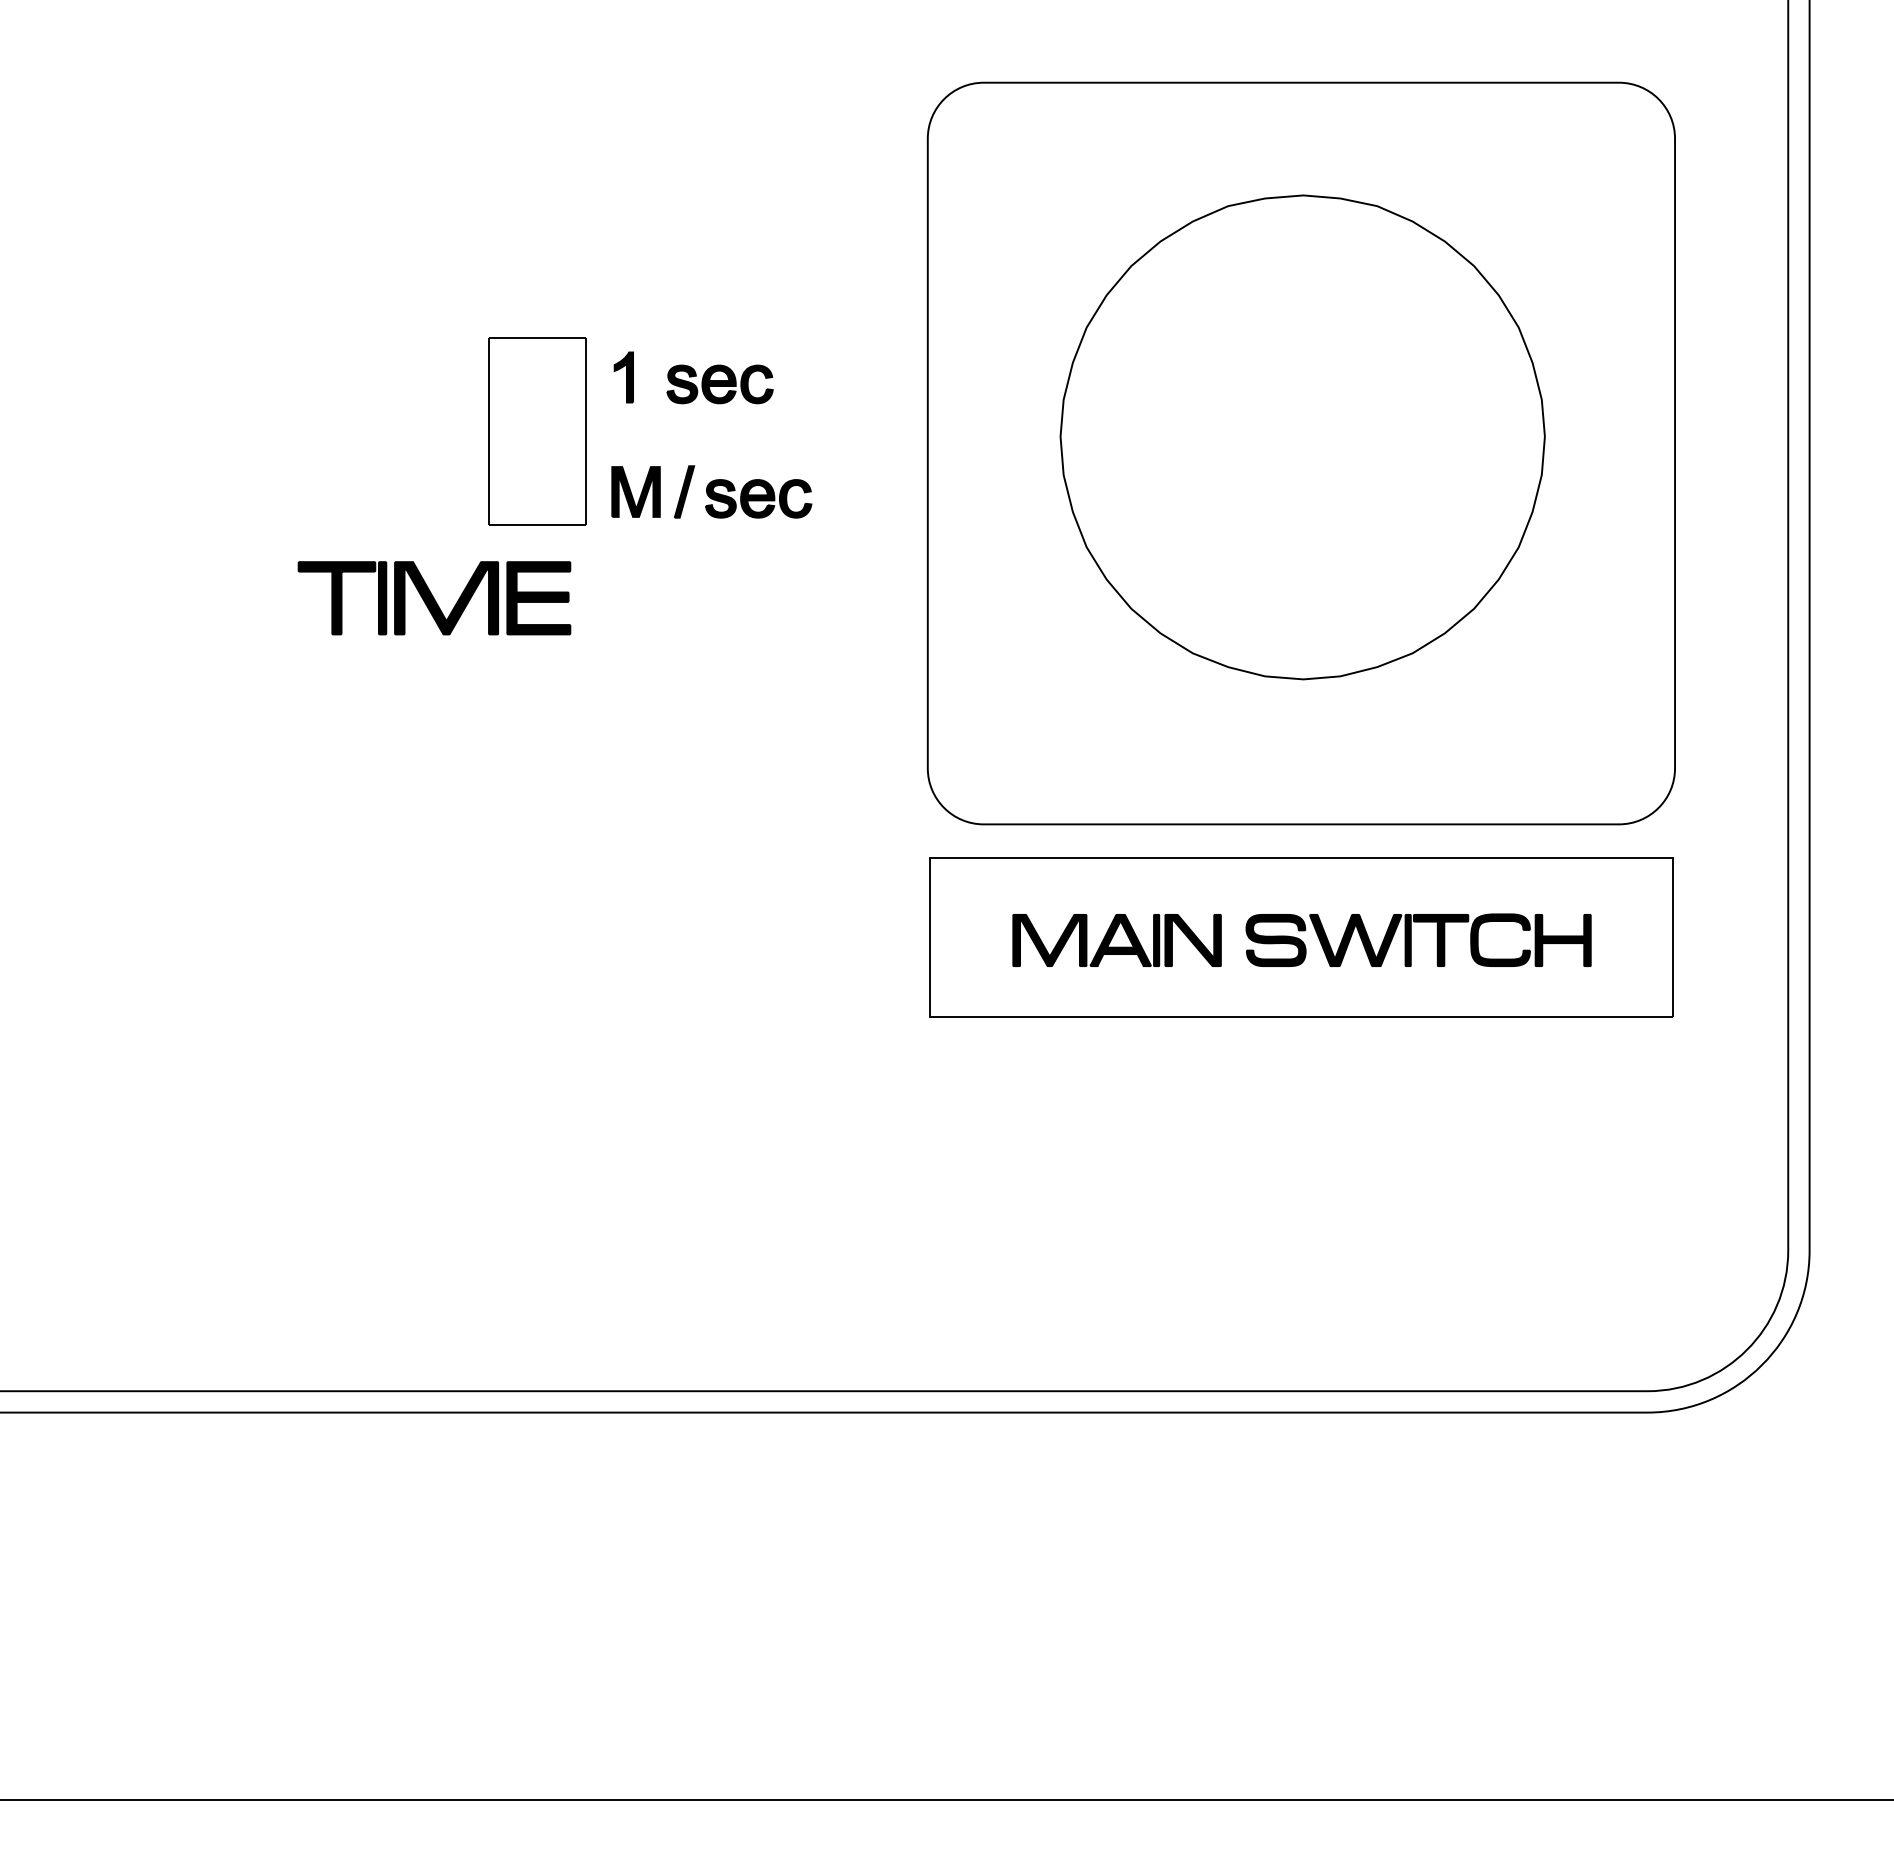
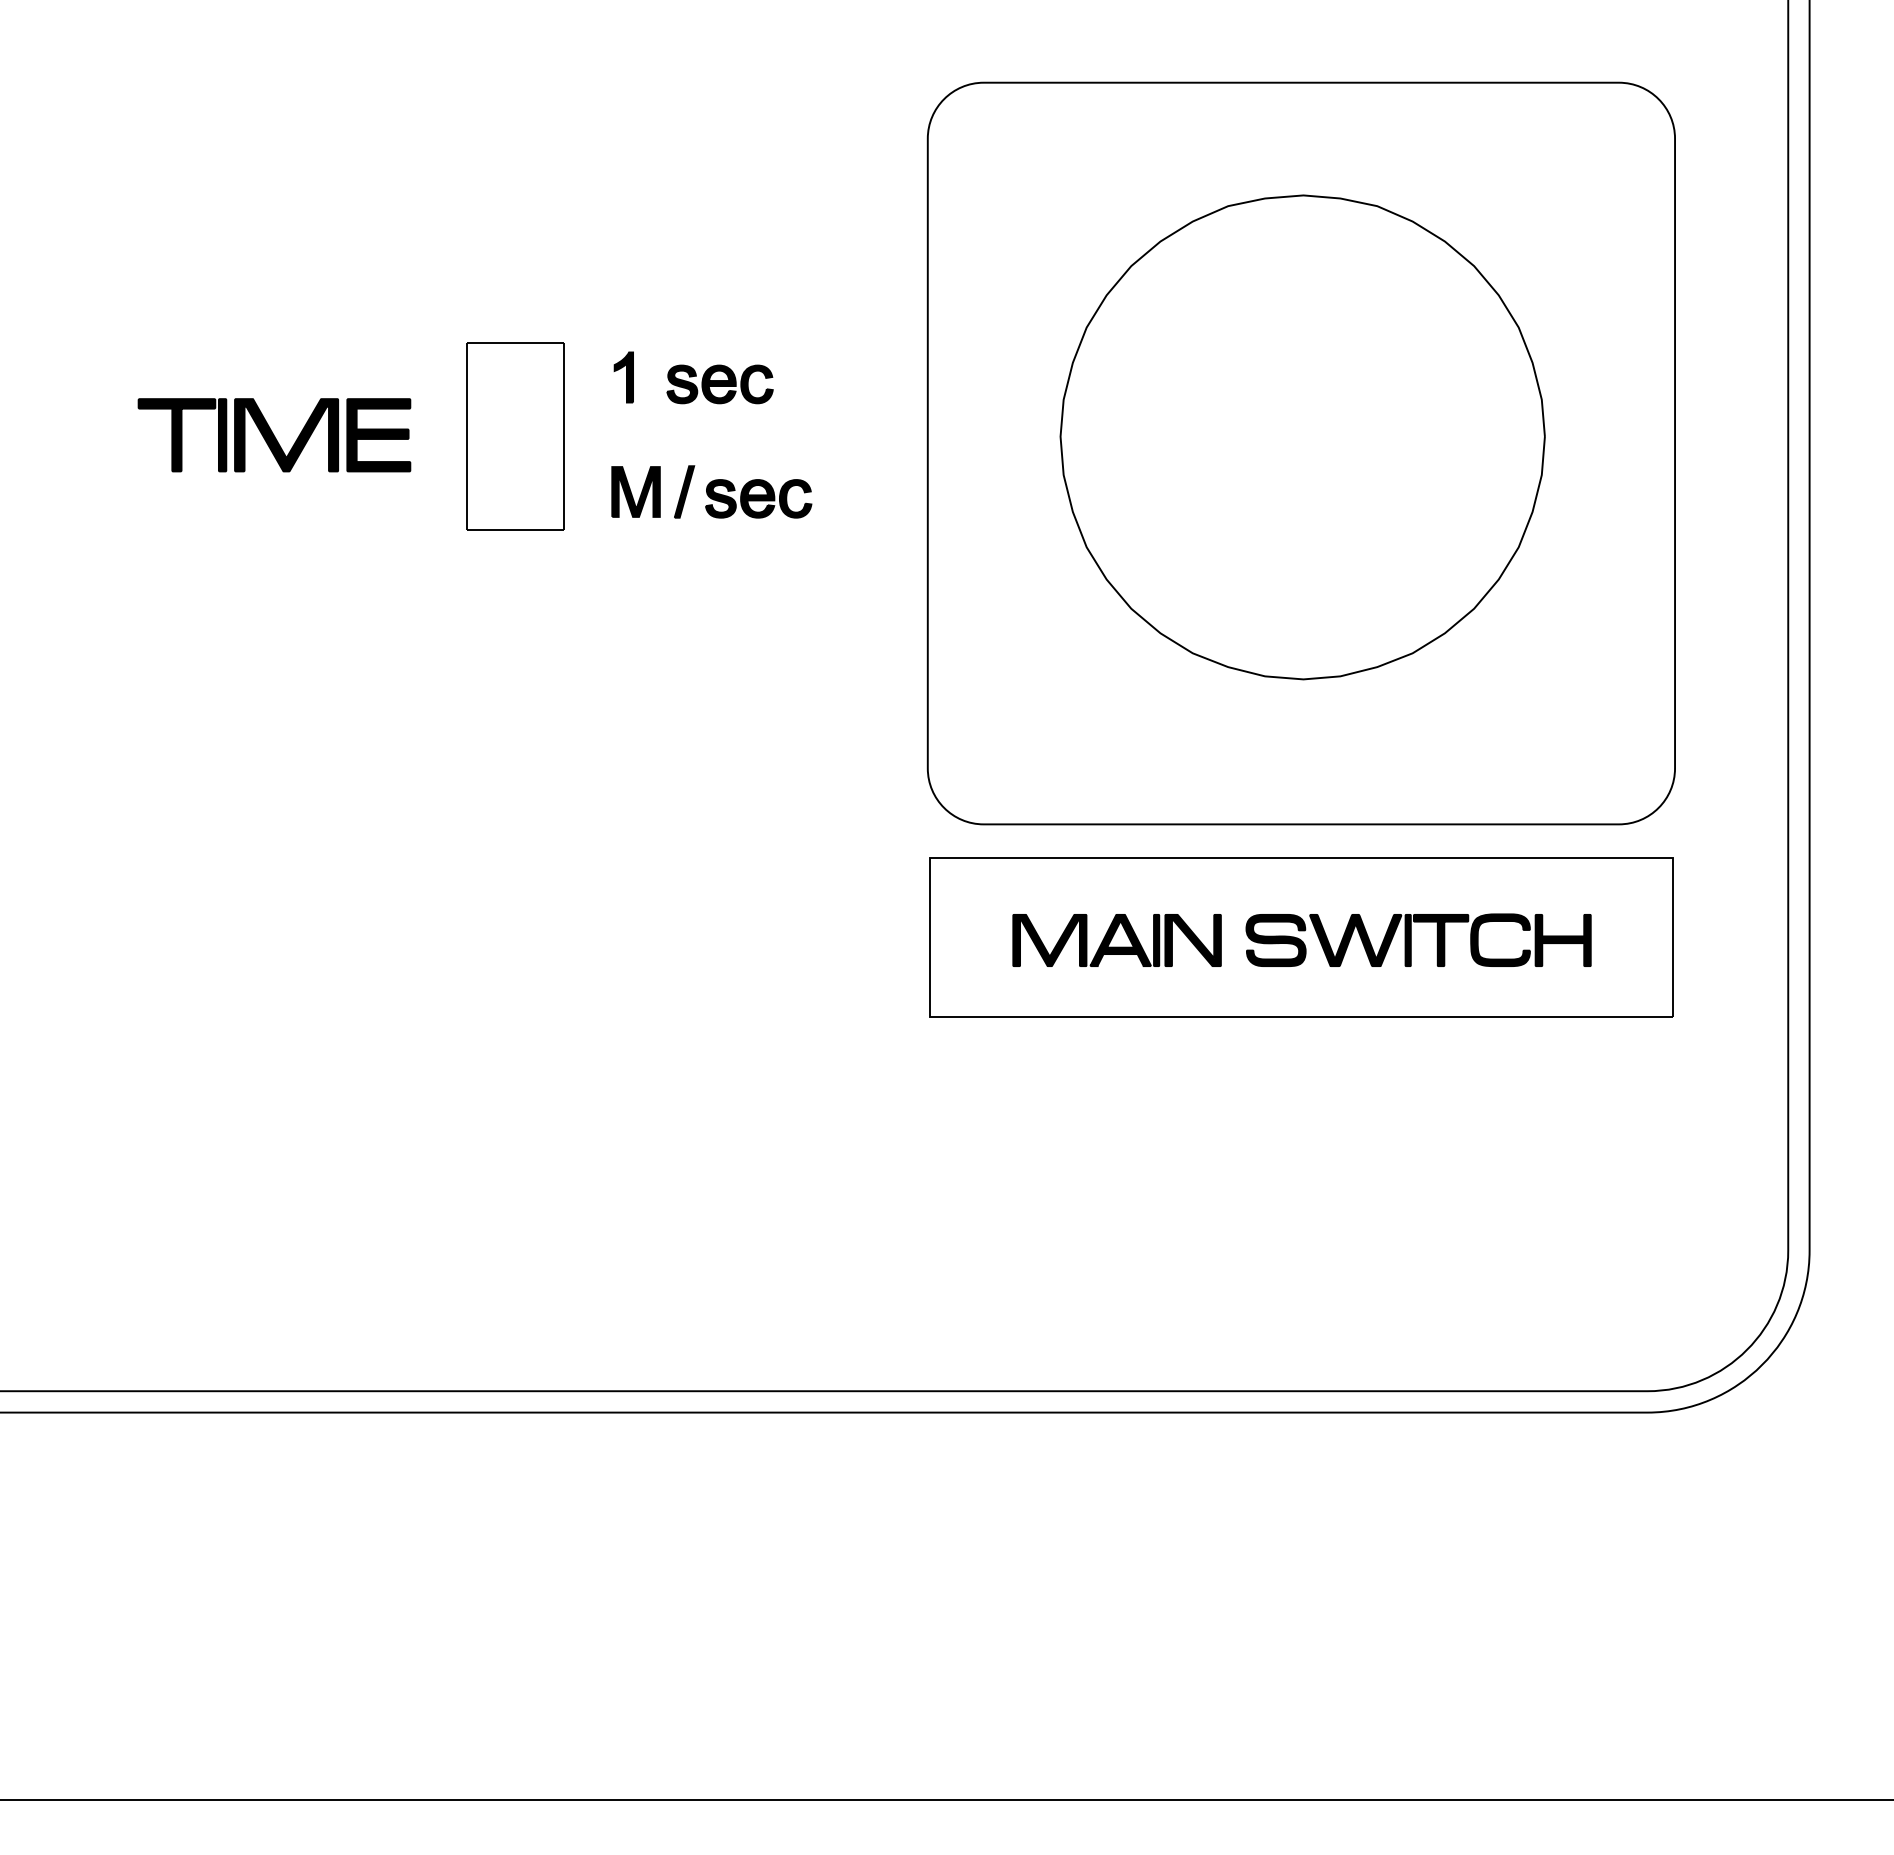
part at (537, 431) position: (537, 431) -> (515, 436)
part at (434, 598) position: (434, 598) -> (274, 435)
